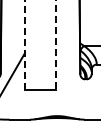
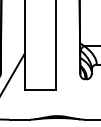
line at (24, 44): dashed -> solid
line at (56, 45): dashed -> solid
